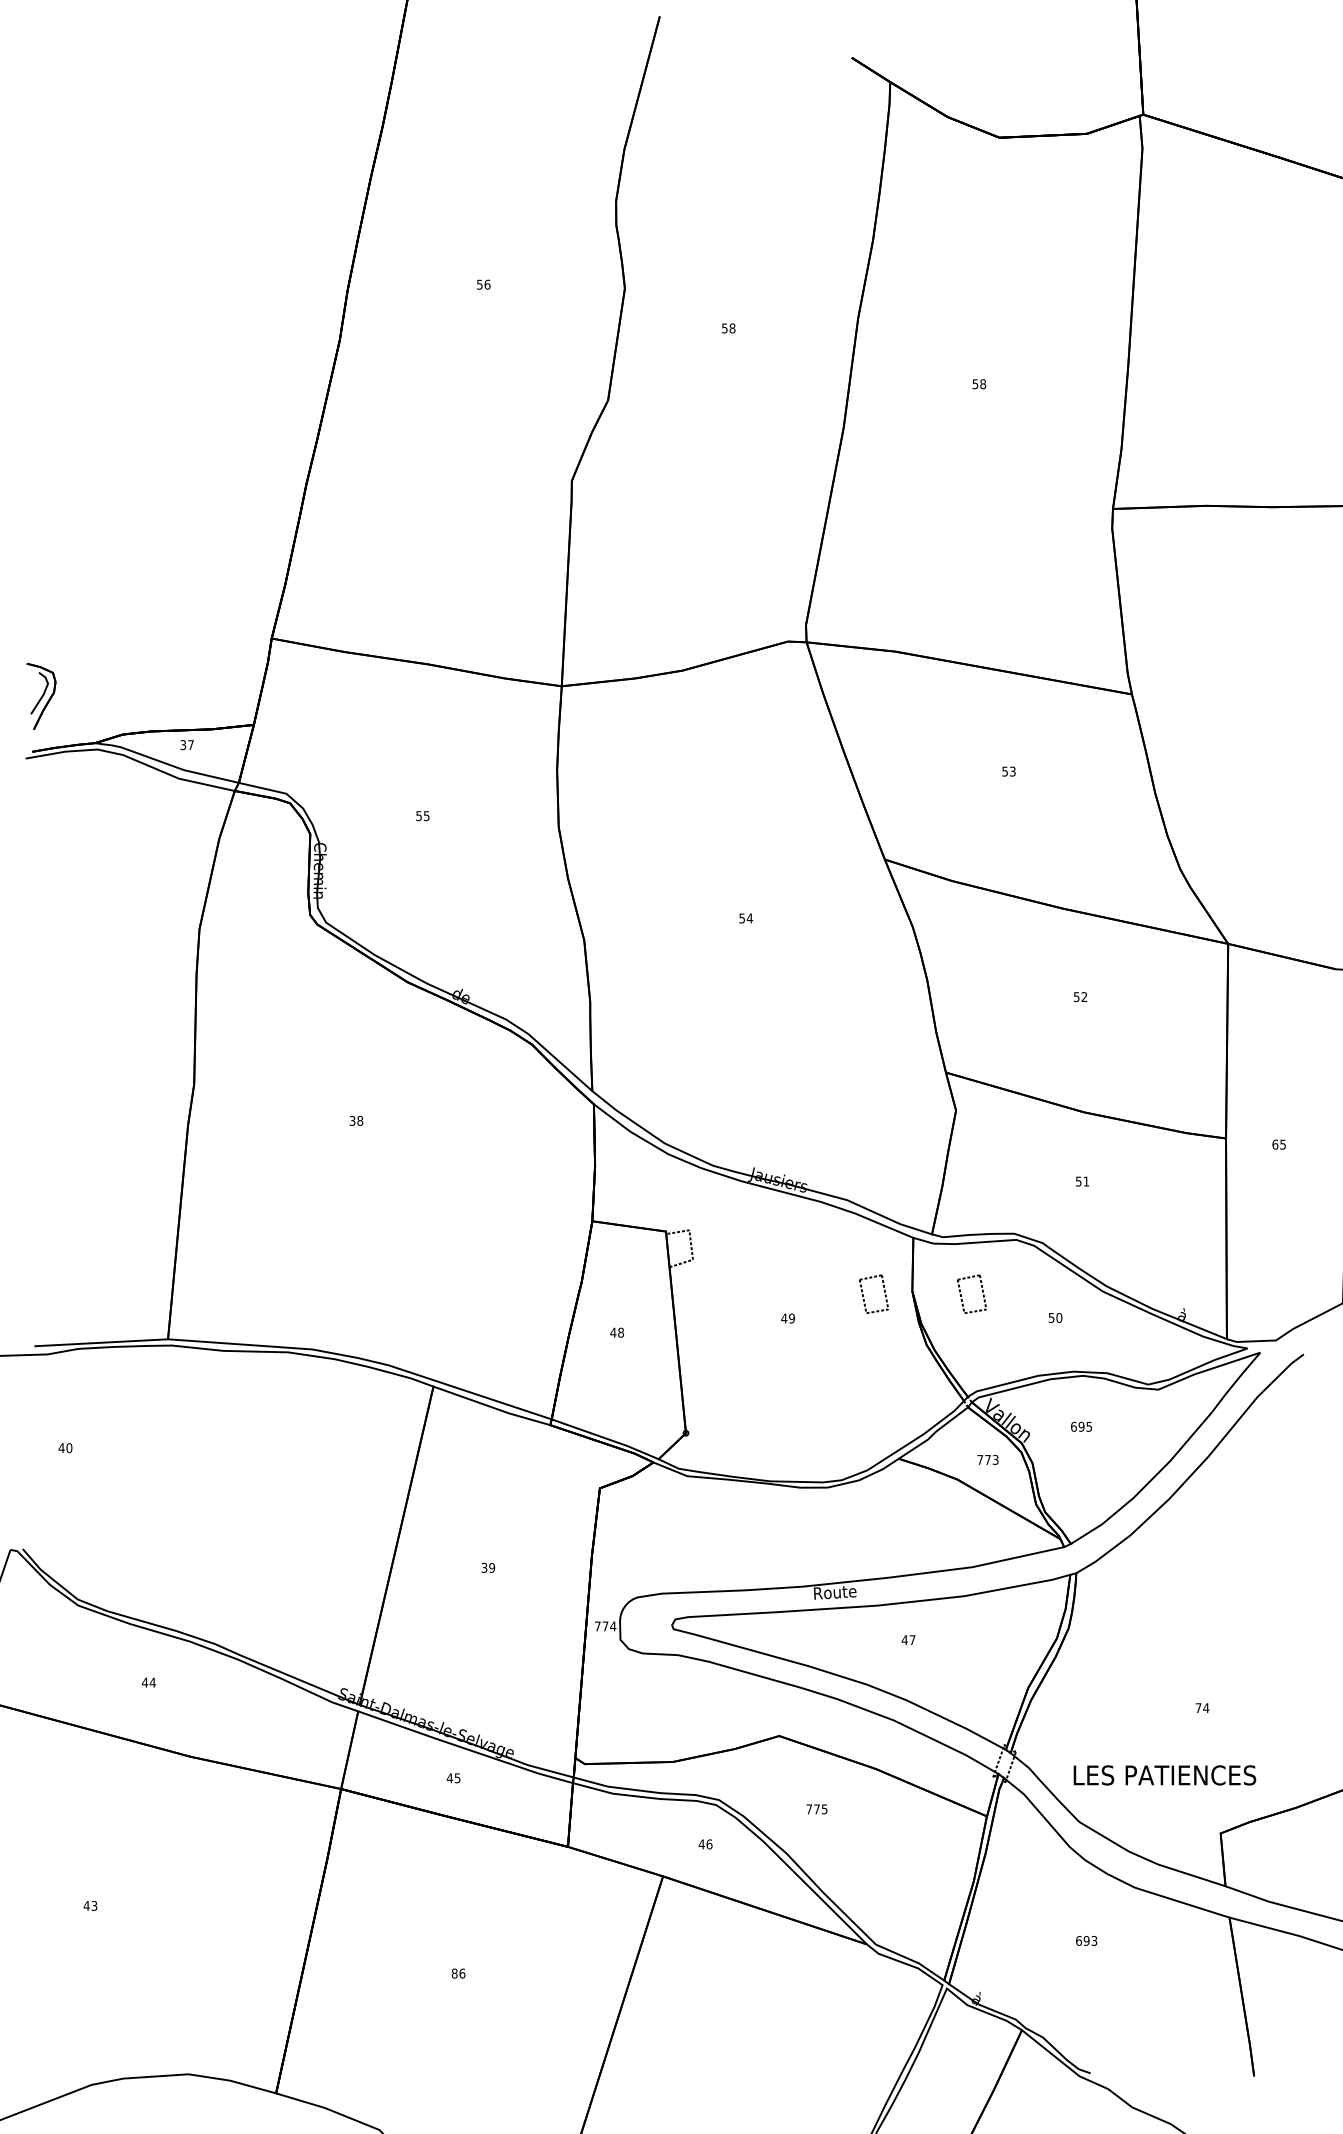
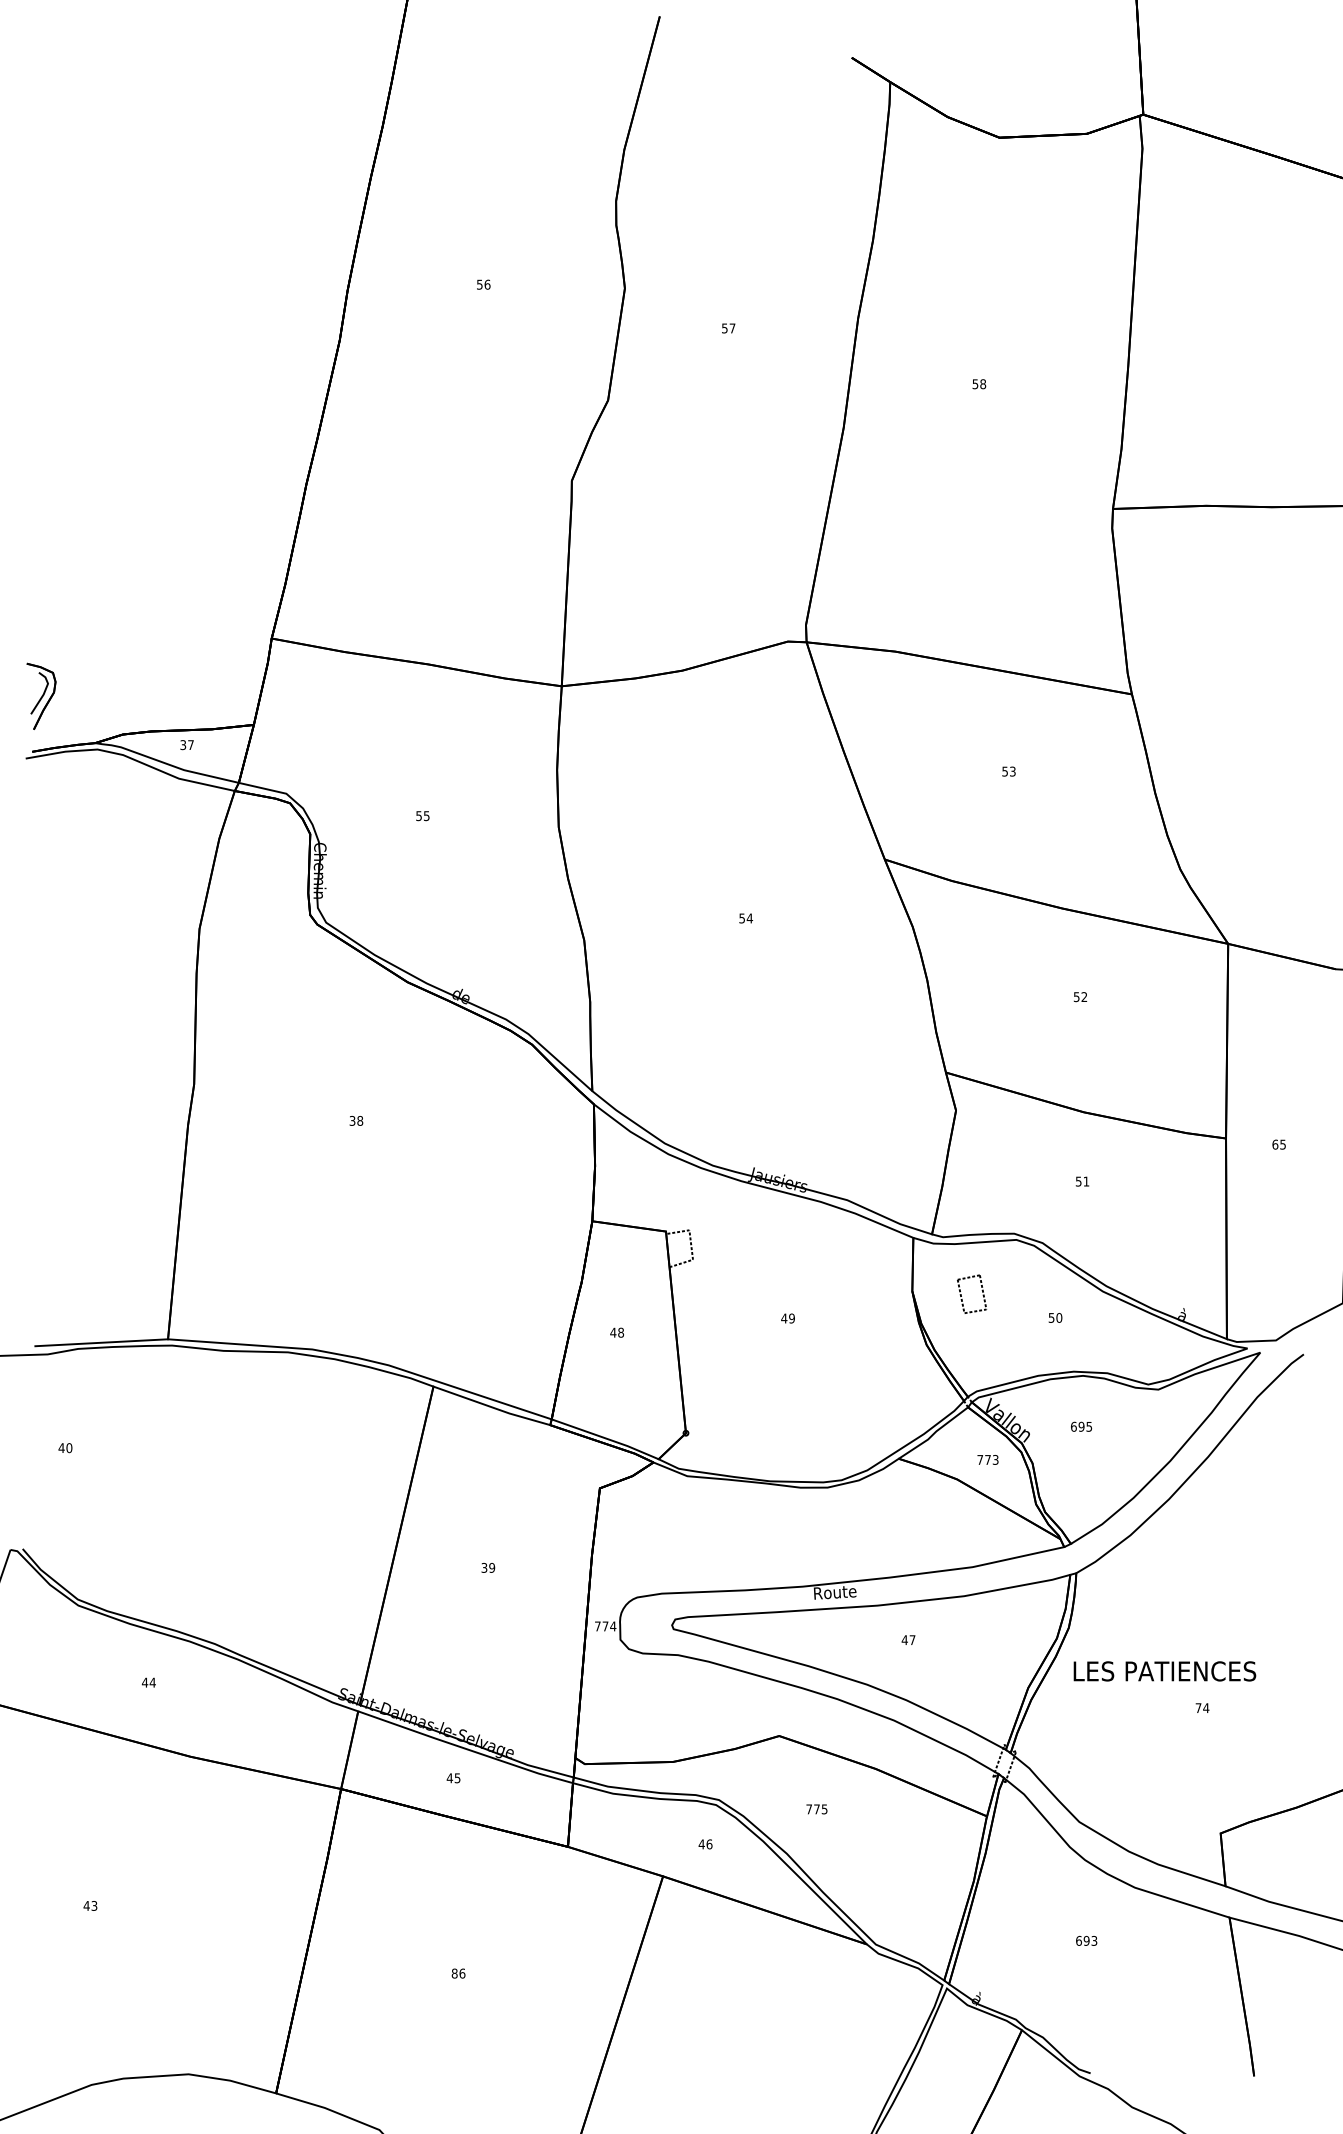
text at (732, 328): 58 -> 57
part at (883, 1290): present -> none
text at (1164, 1775) position: (1164, 1775) -> (1164, 1671)
